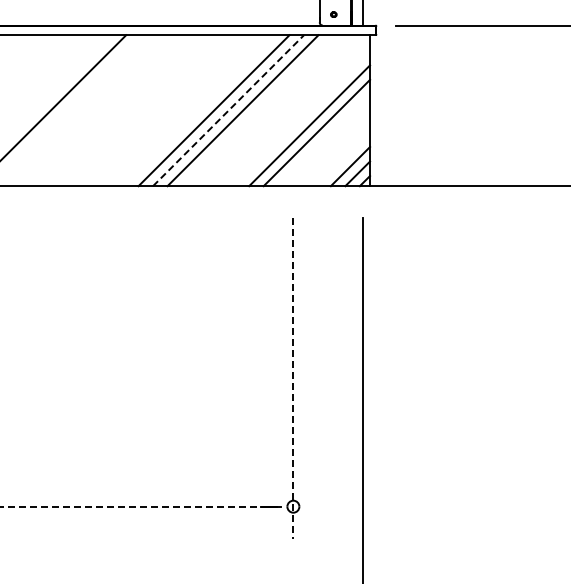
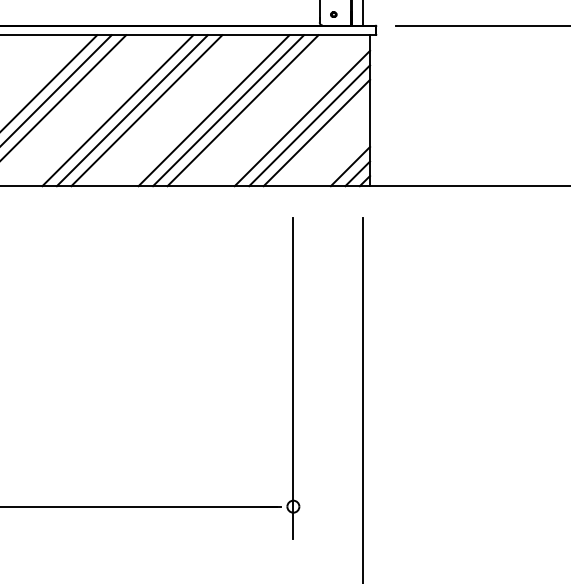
line at (49, 82): none -> present
line at (56, 89): none -> present
line at (117, 110): none -> present
line at (131, 110): none -> present
line at (146, 110): none -> present
line at (228, 110): dashed -> solid
line at (302, 118): none -> present
line at (293, 379): dashed -> solid
line at (139, 506): dashed -> solid
